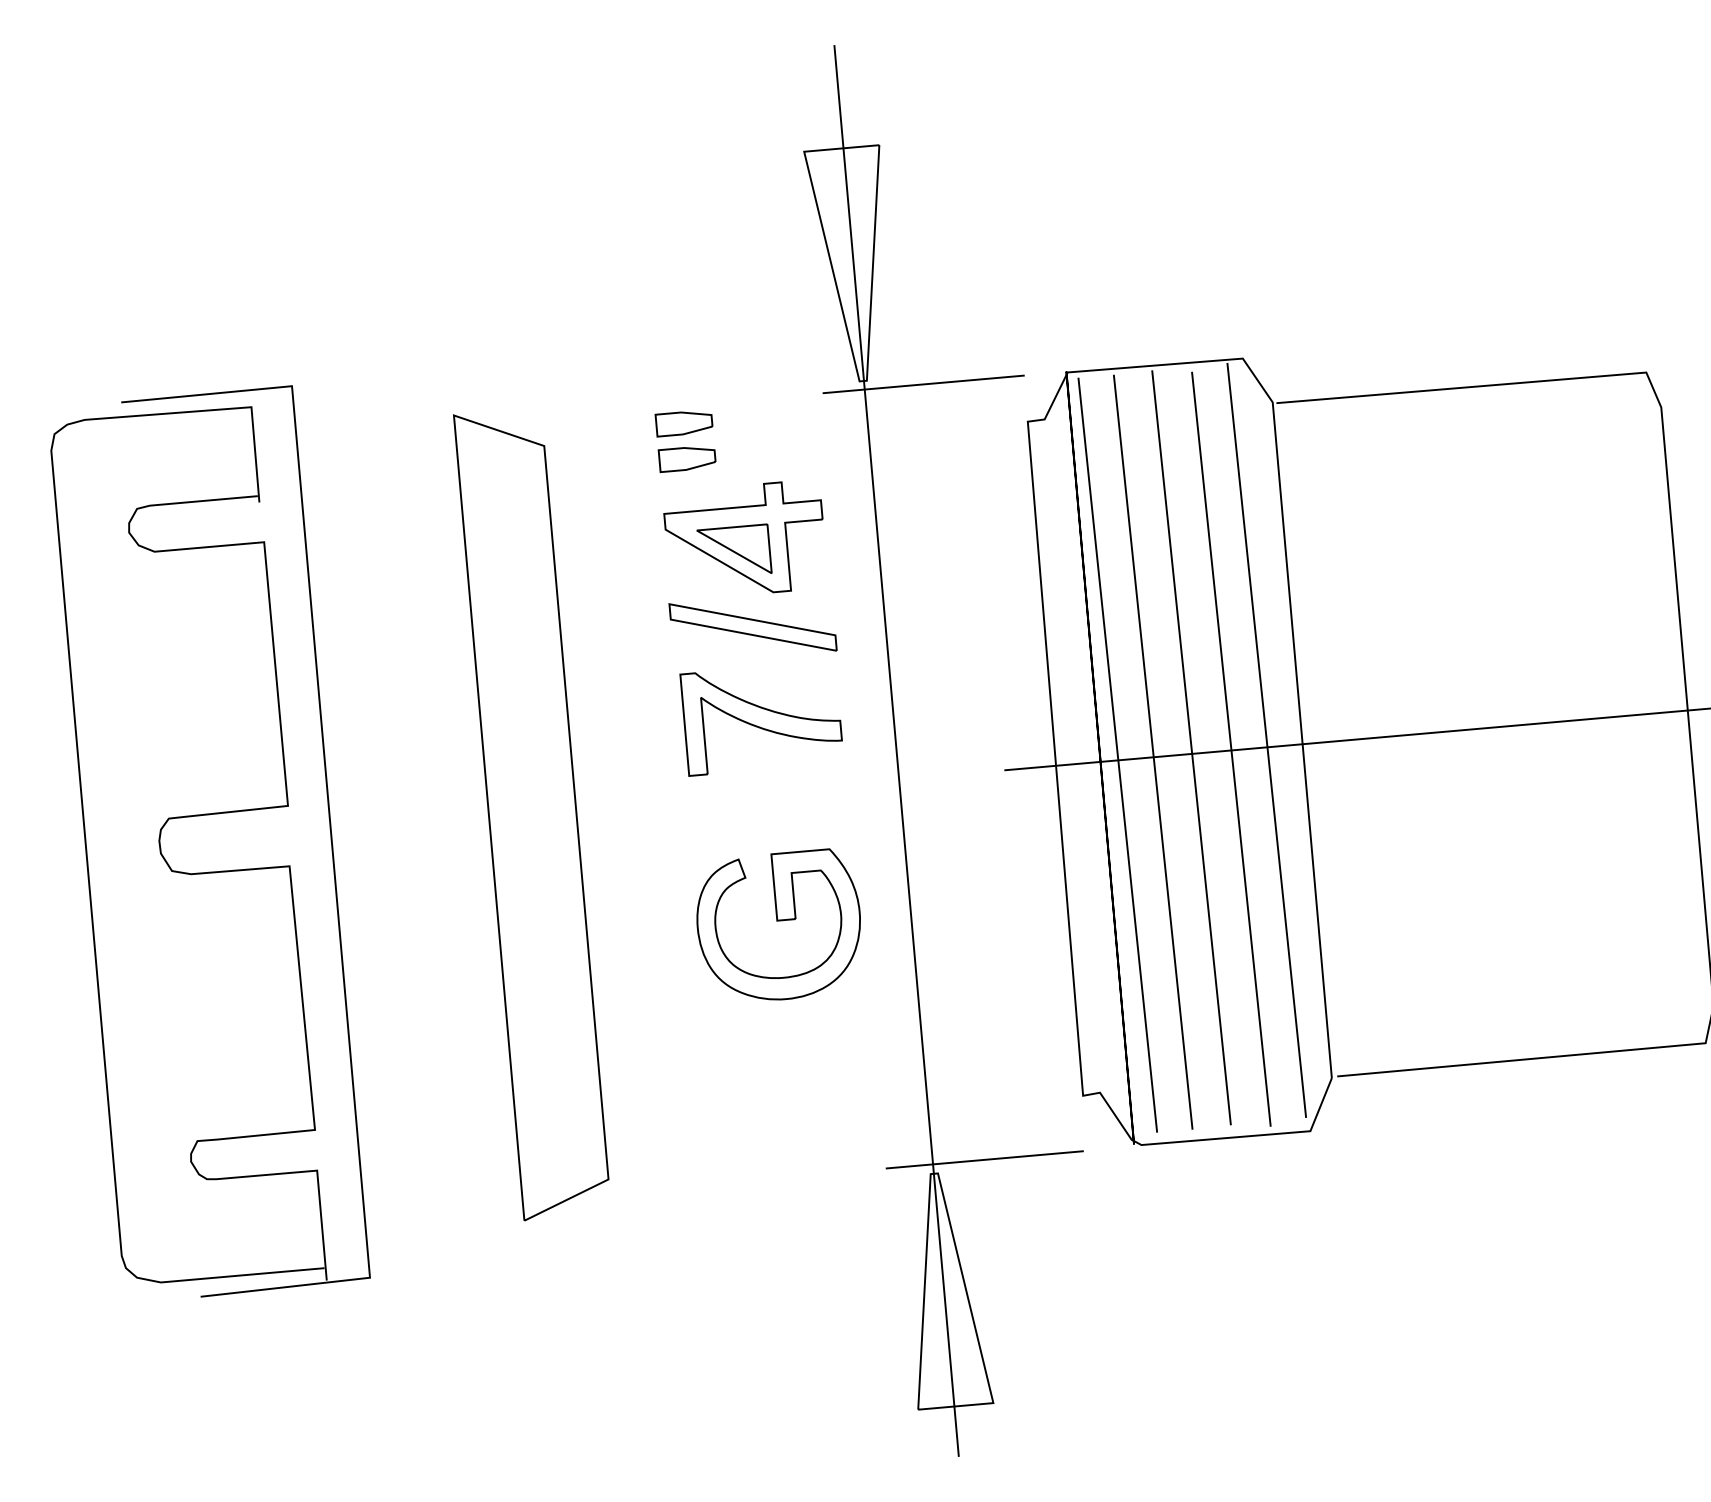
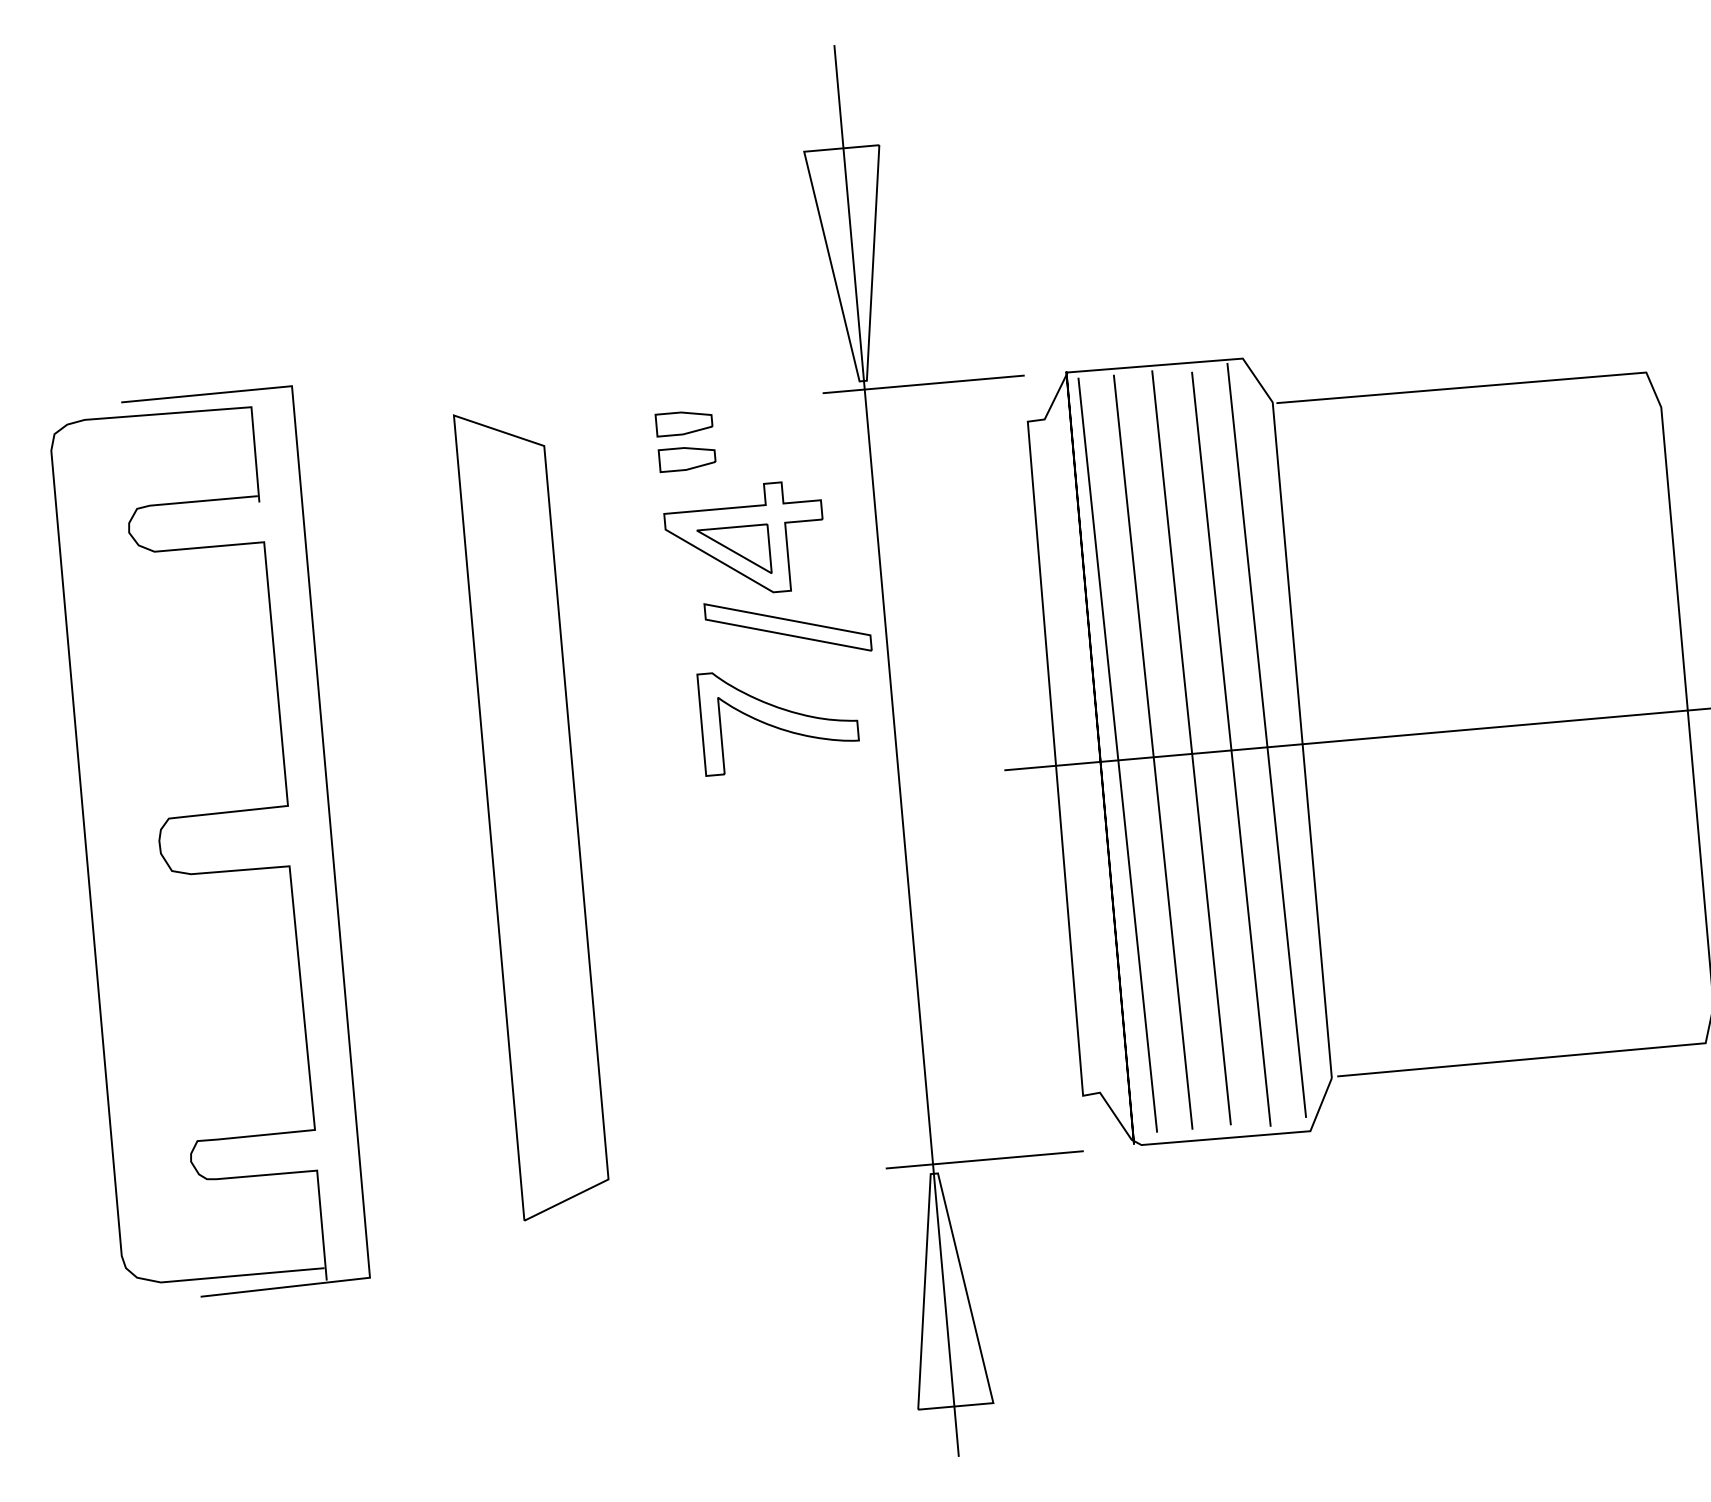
part at (752, 627) position: (752, 627) -> (787, 627)
part at (760, 724) position: (760, 724) -> (777, 724)
part at (778, 924): present -> none
